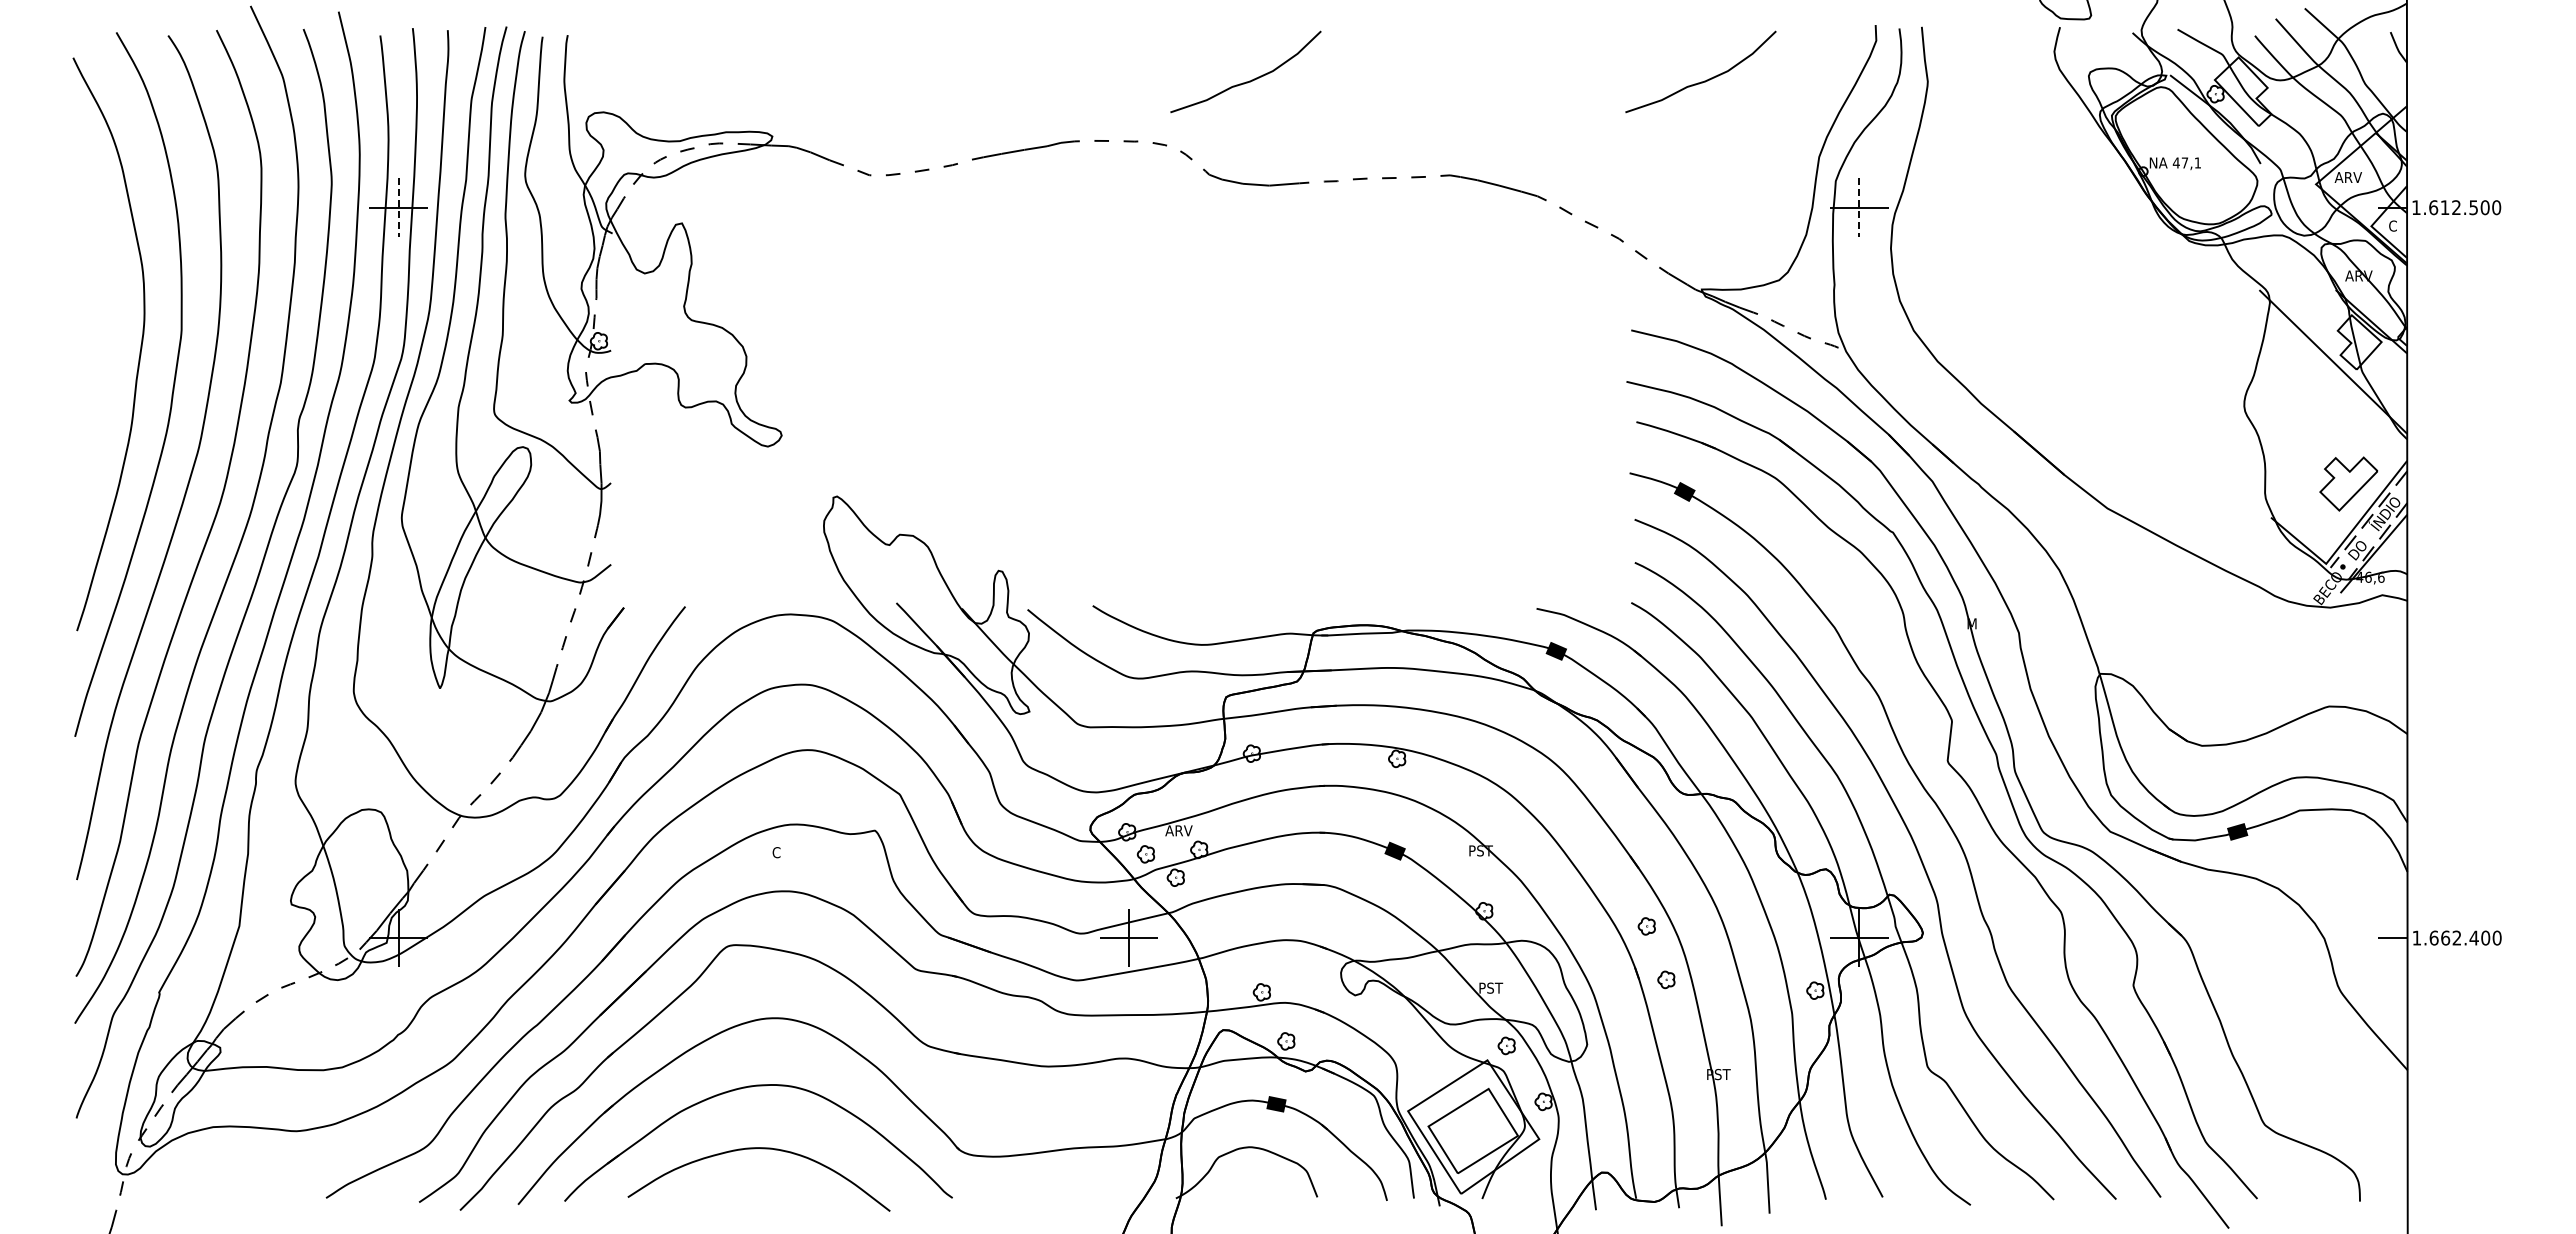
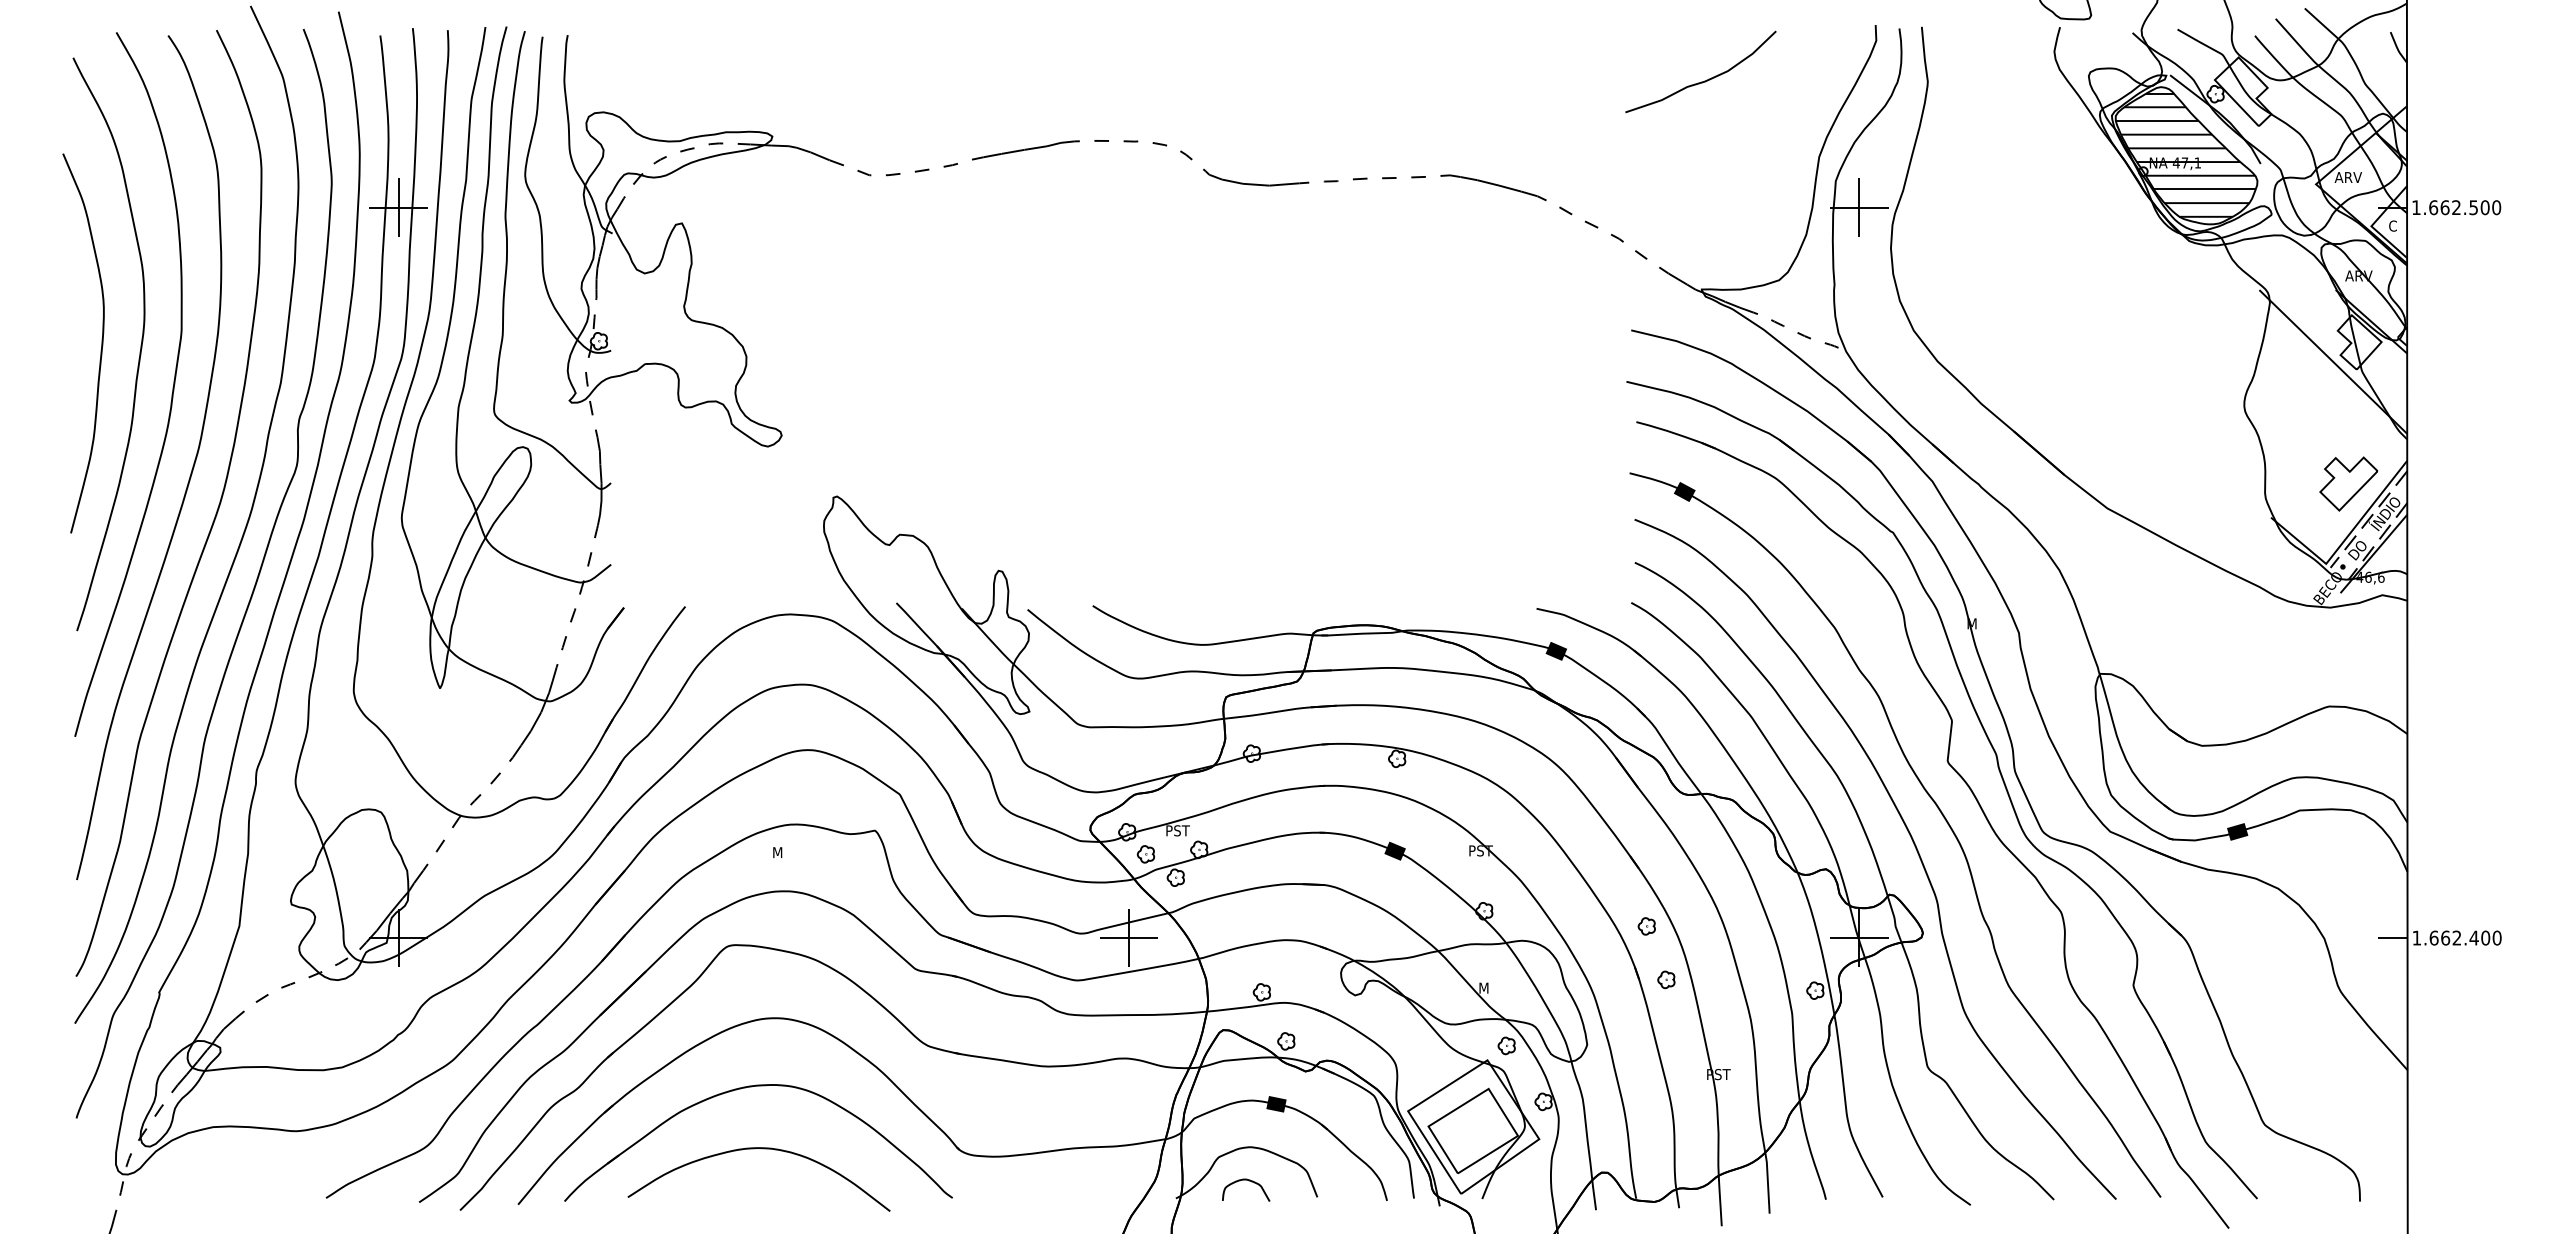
curve at (1249, 80): present -> none
hatch at (2185, 154): none -> present
text at (2444, 207): 1.612.500 -> 1.662.500
line at (398, 208): dashed -> solid
line at (1859, 208): dashed -> solid
curve at (101, 343): none -> present
text at (1178, 830): ARV -> PST
text at (777, 852): C -> M
text at (1491, 987): PST -> M
curve at (1249, 1181): none -> present
